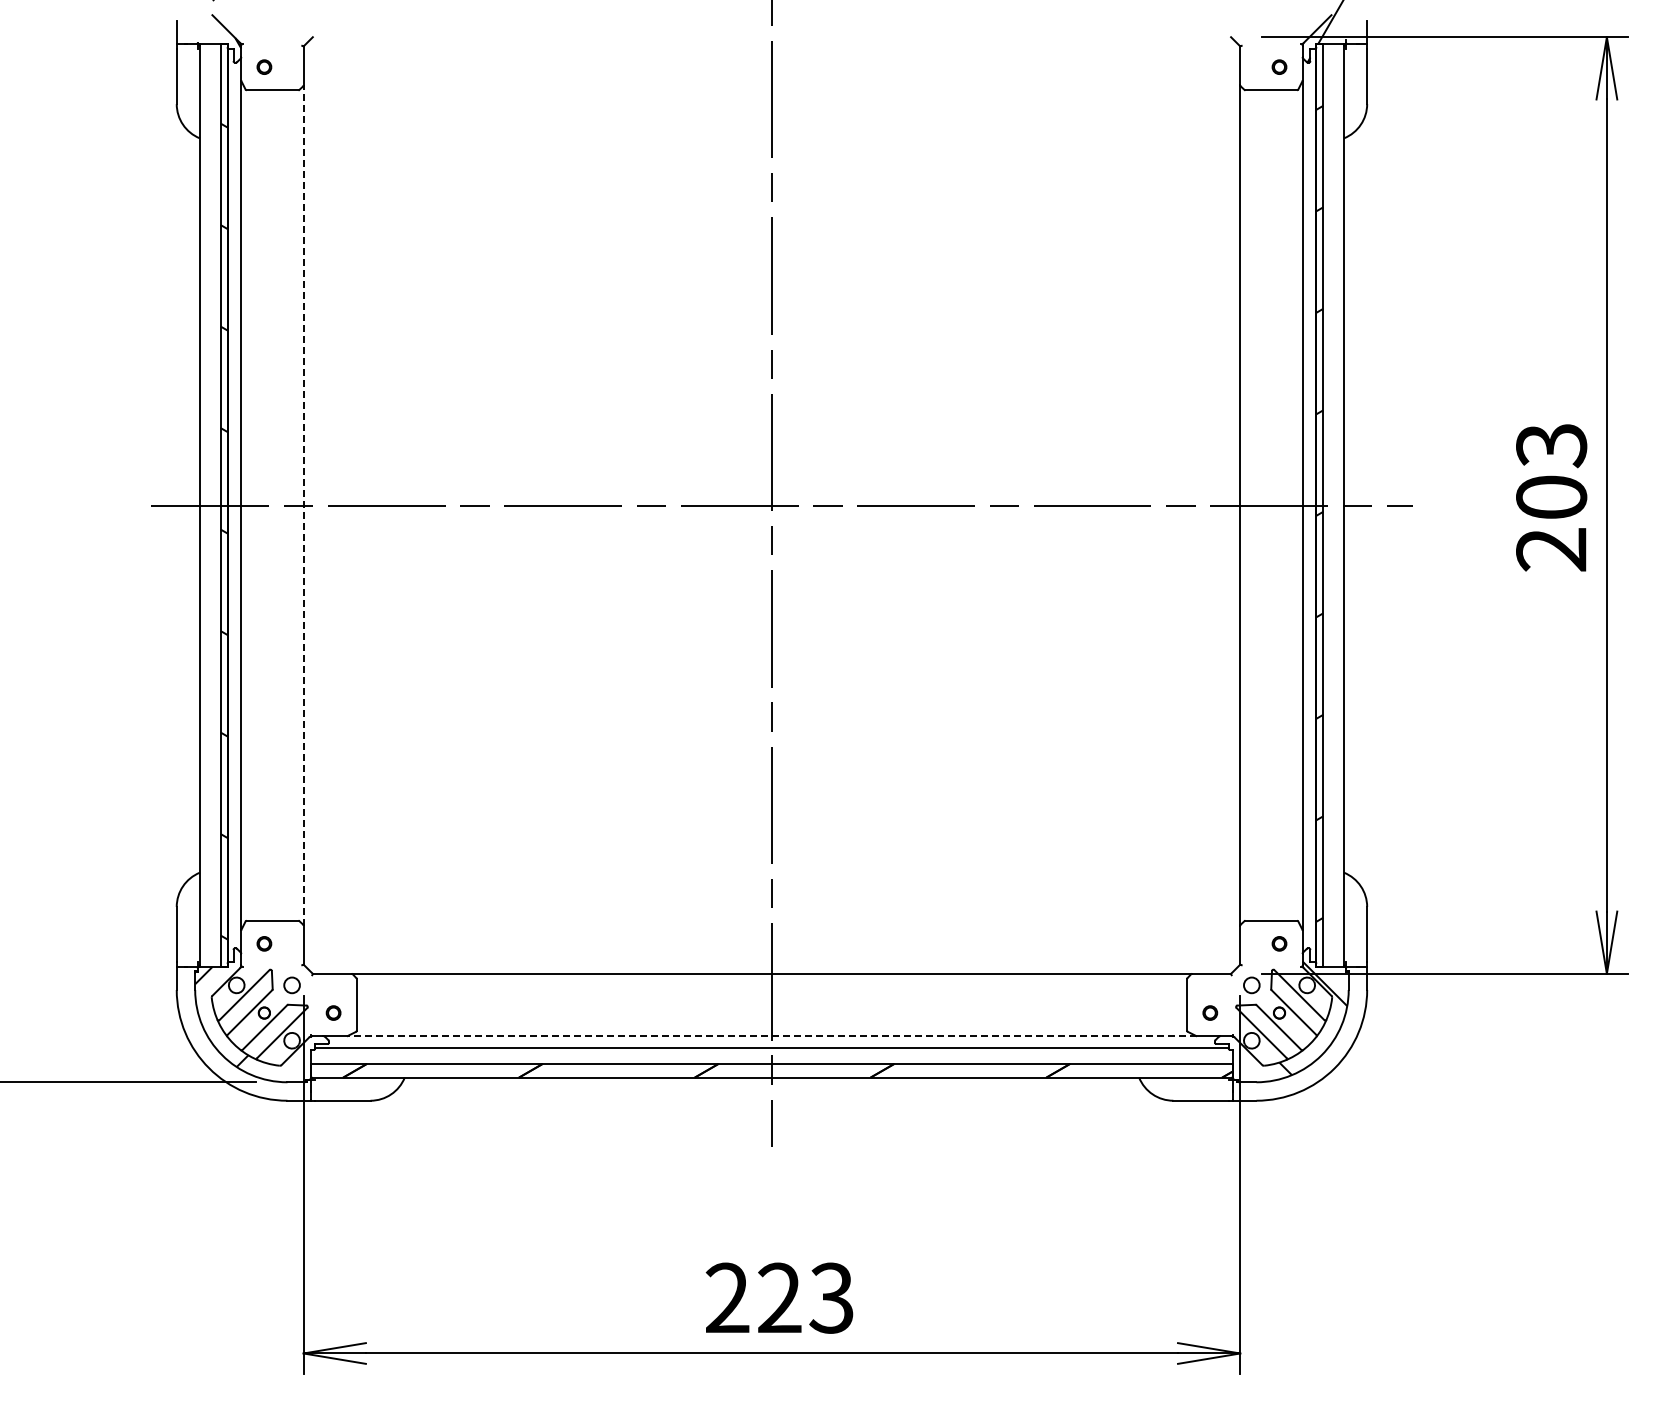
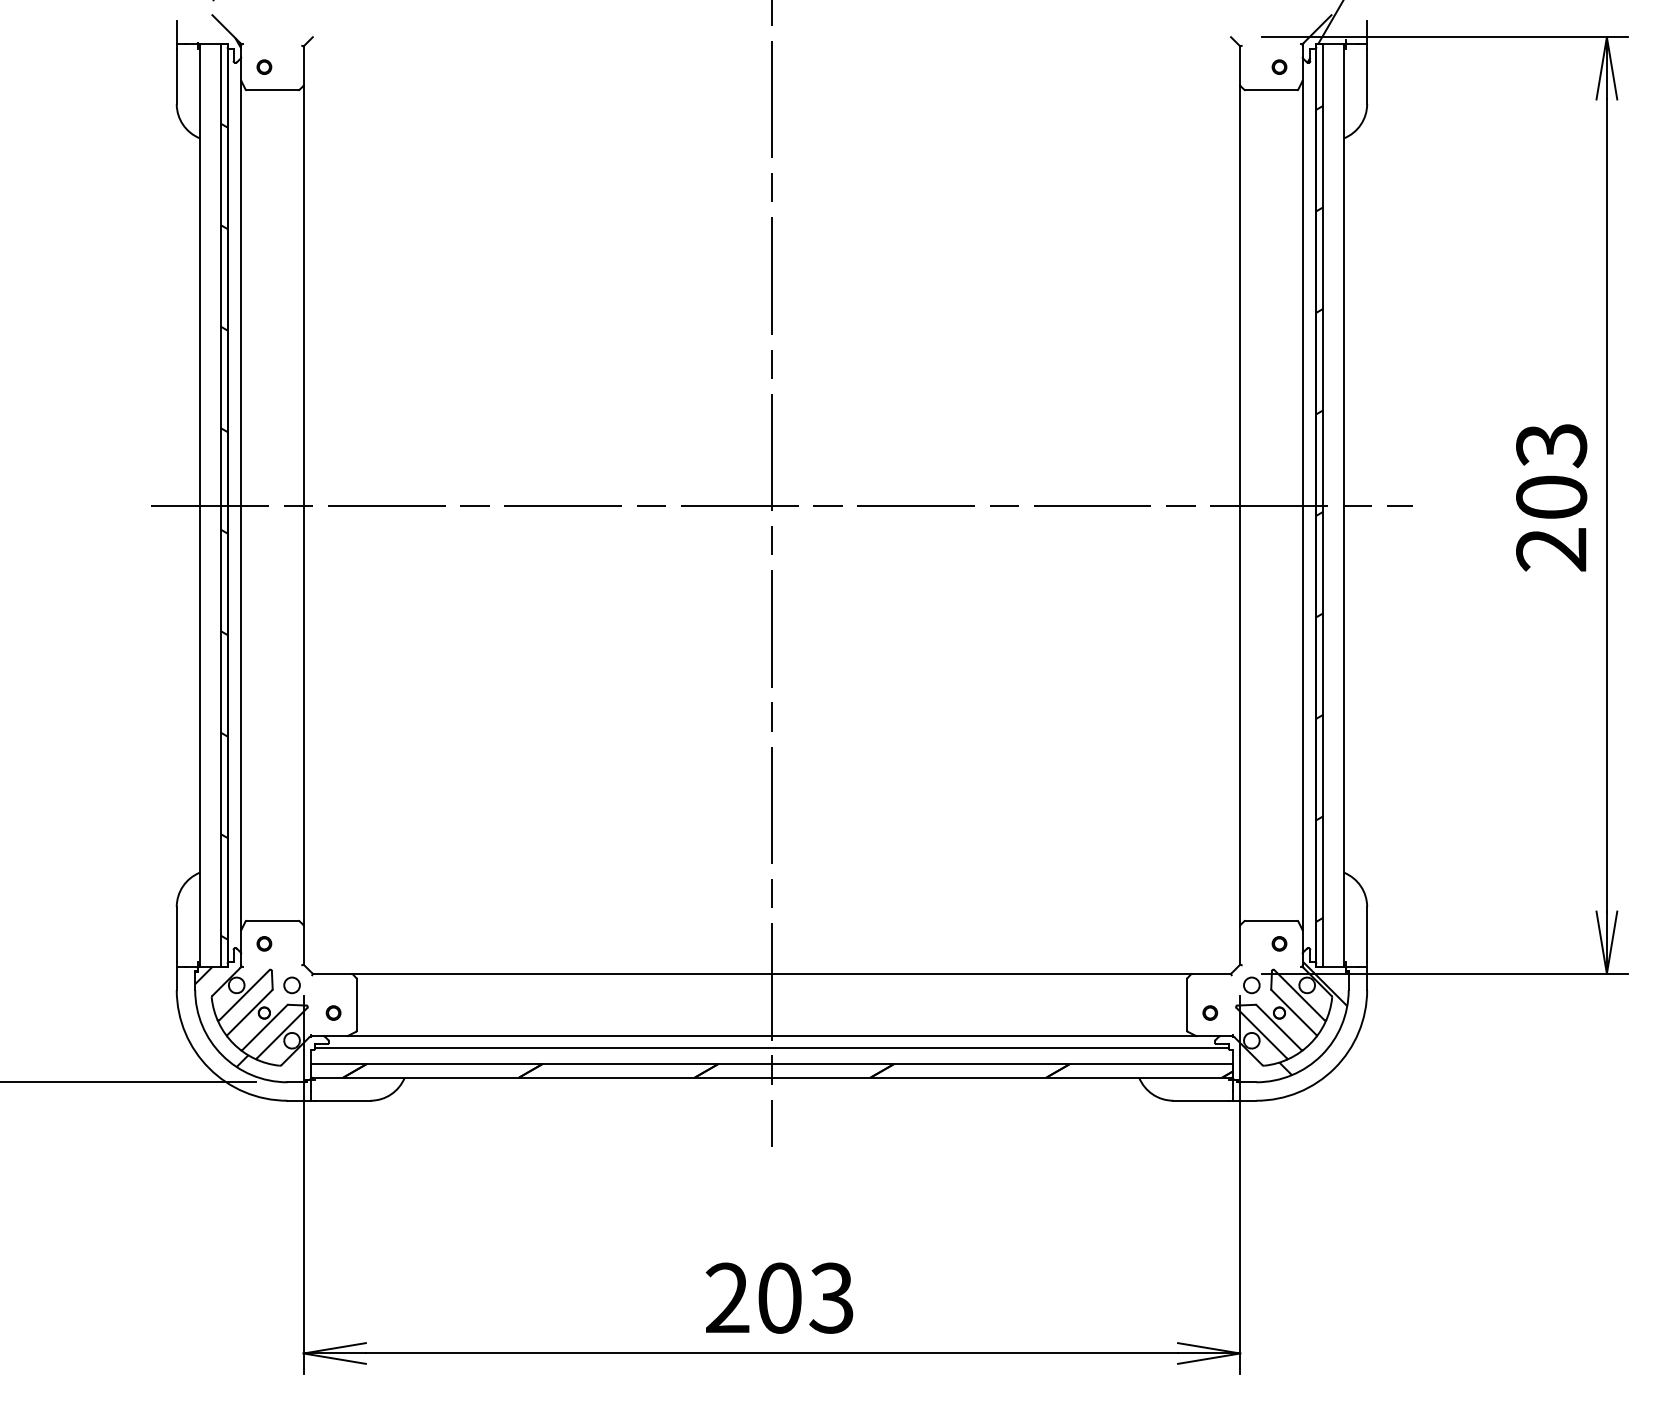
line at (303, 505): dashed -> solid
line at (771, 1036): dashed -> solid
text at (779, 1297): 223 -> 203
